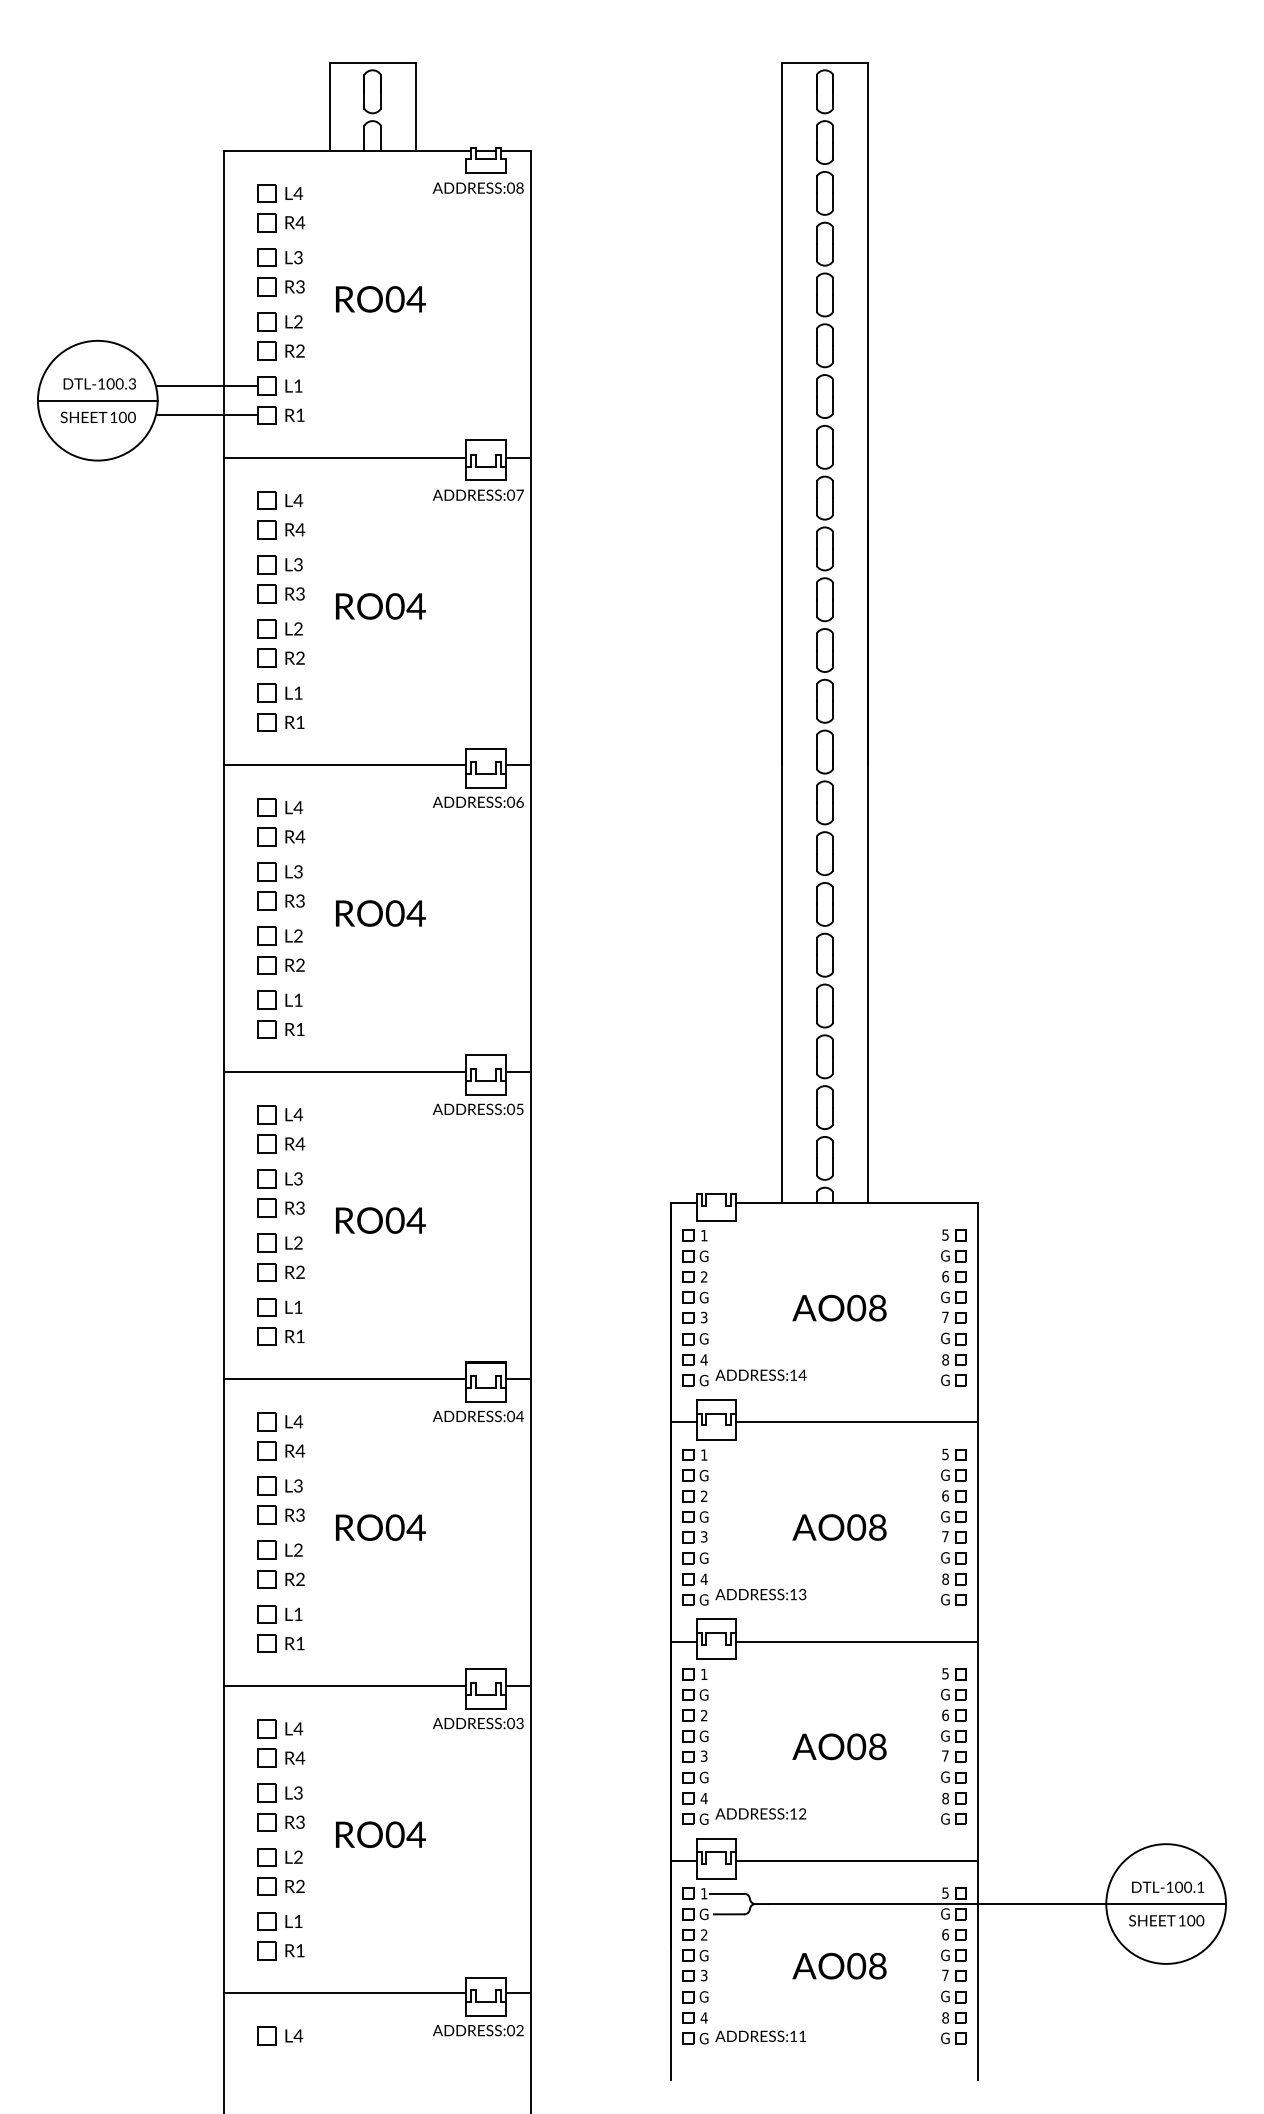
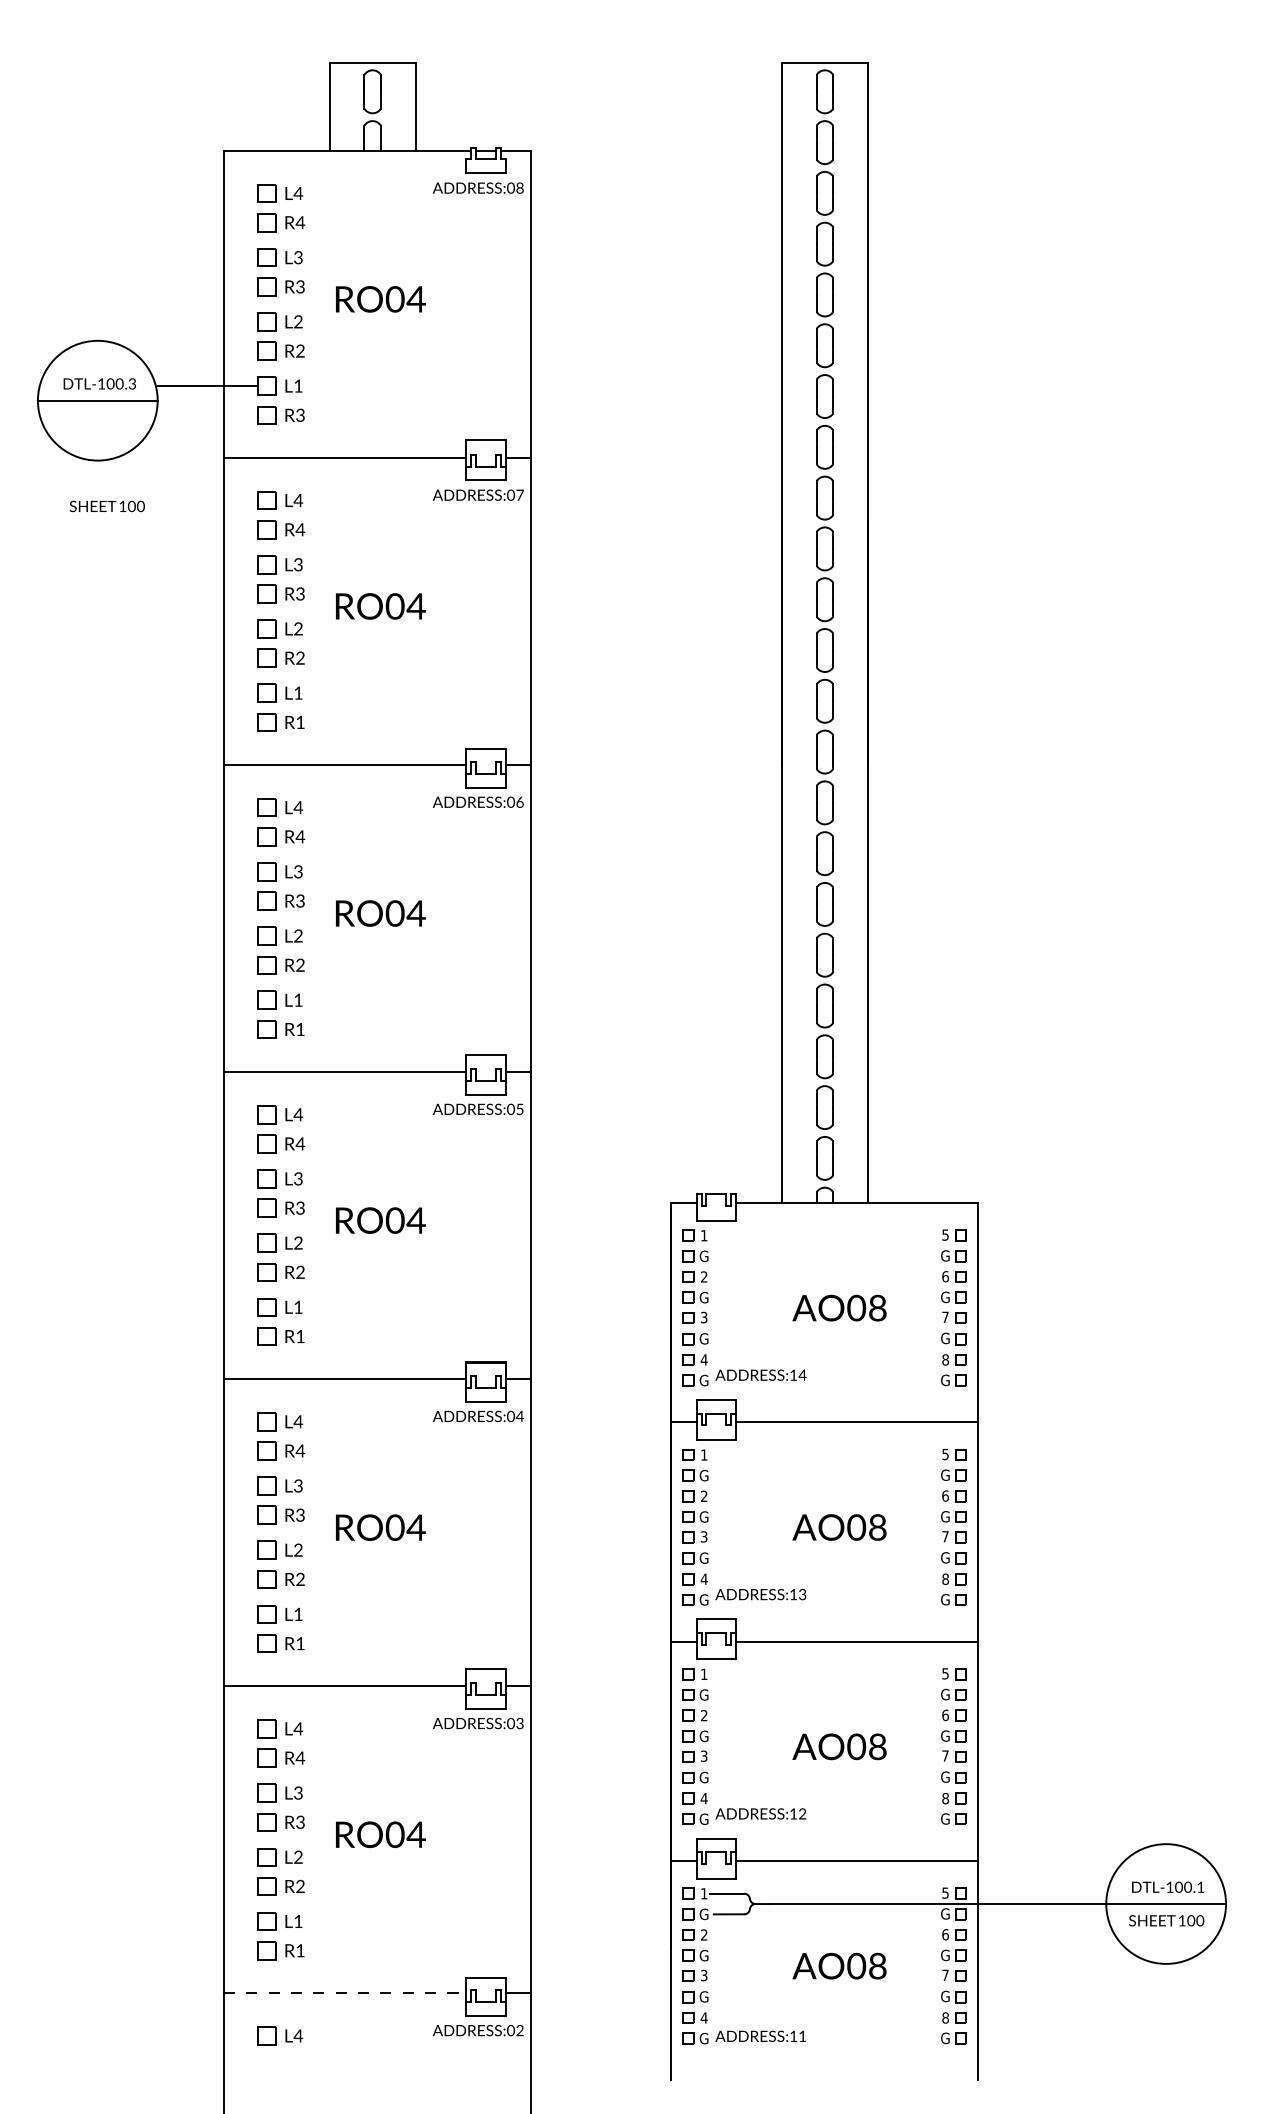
text at (300, 414): R1 -> R3
line at (207, 415): present -> none
text at (97, 417) position: (97, 417) -> (106, 506)
line at (345, 1993): solid -> dashed
